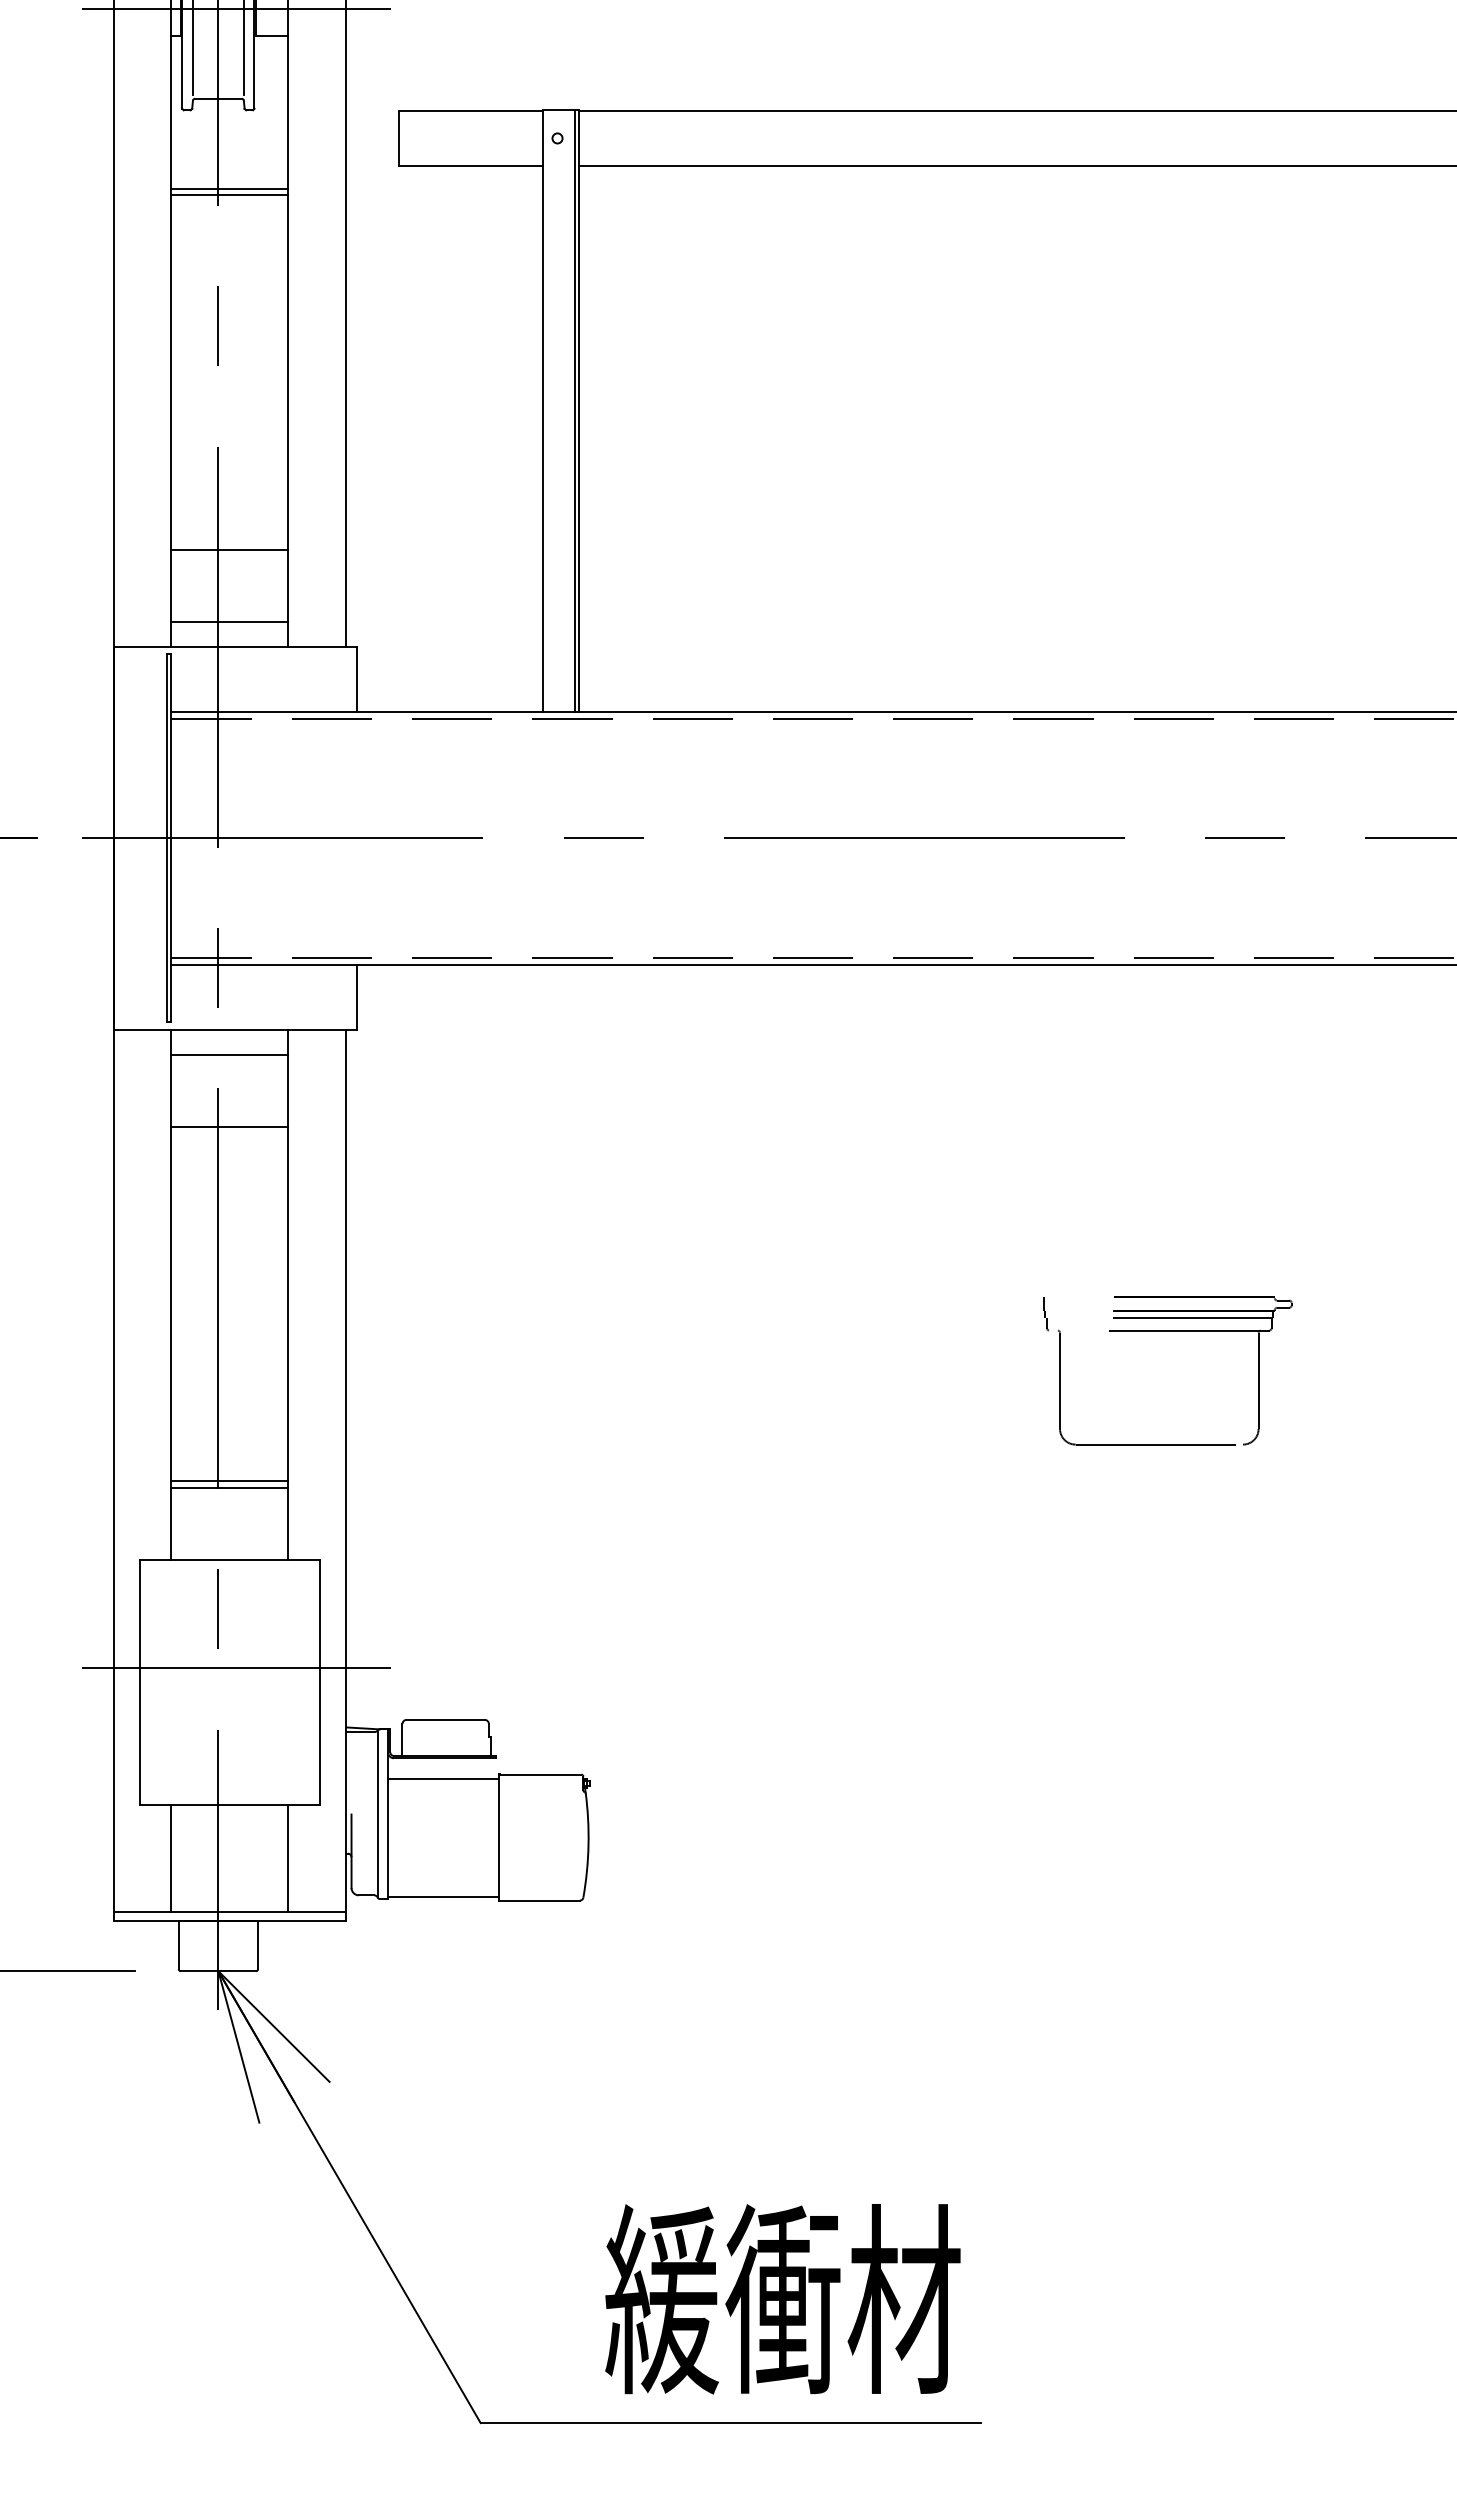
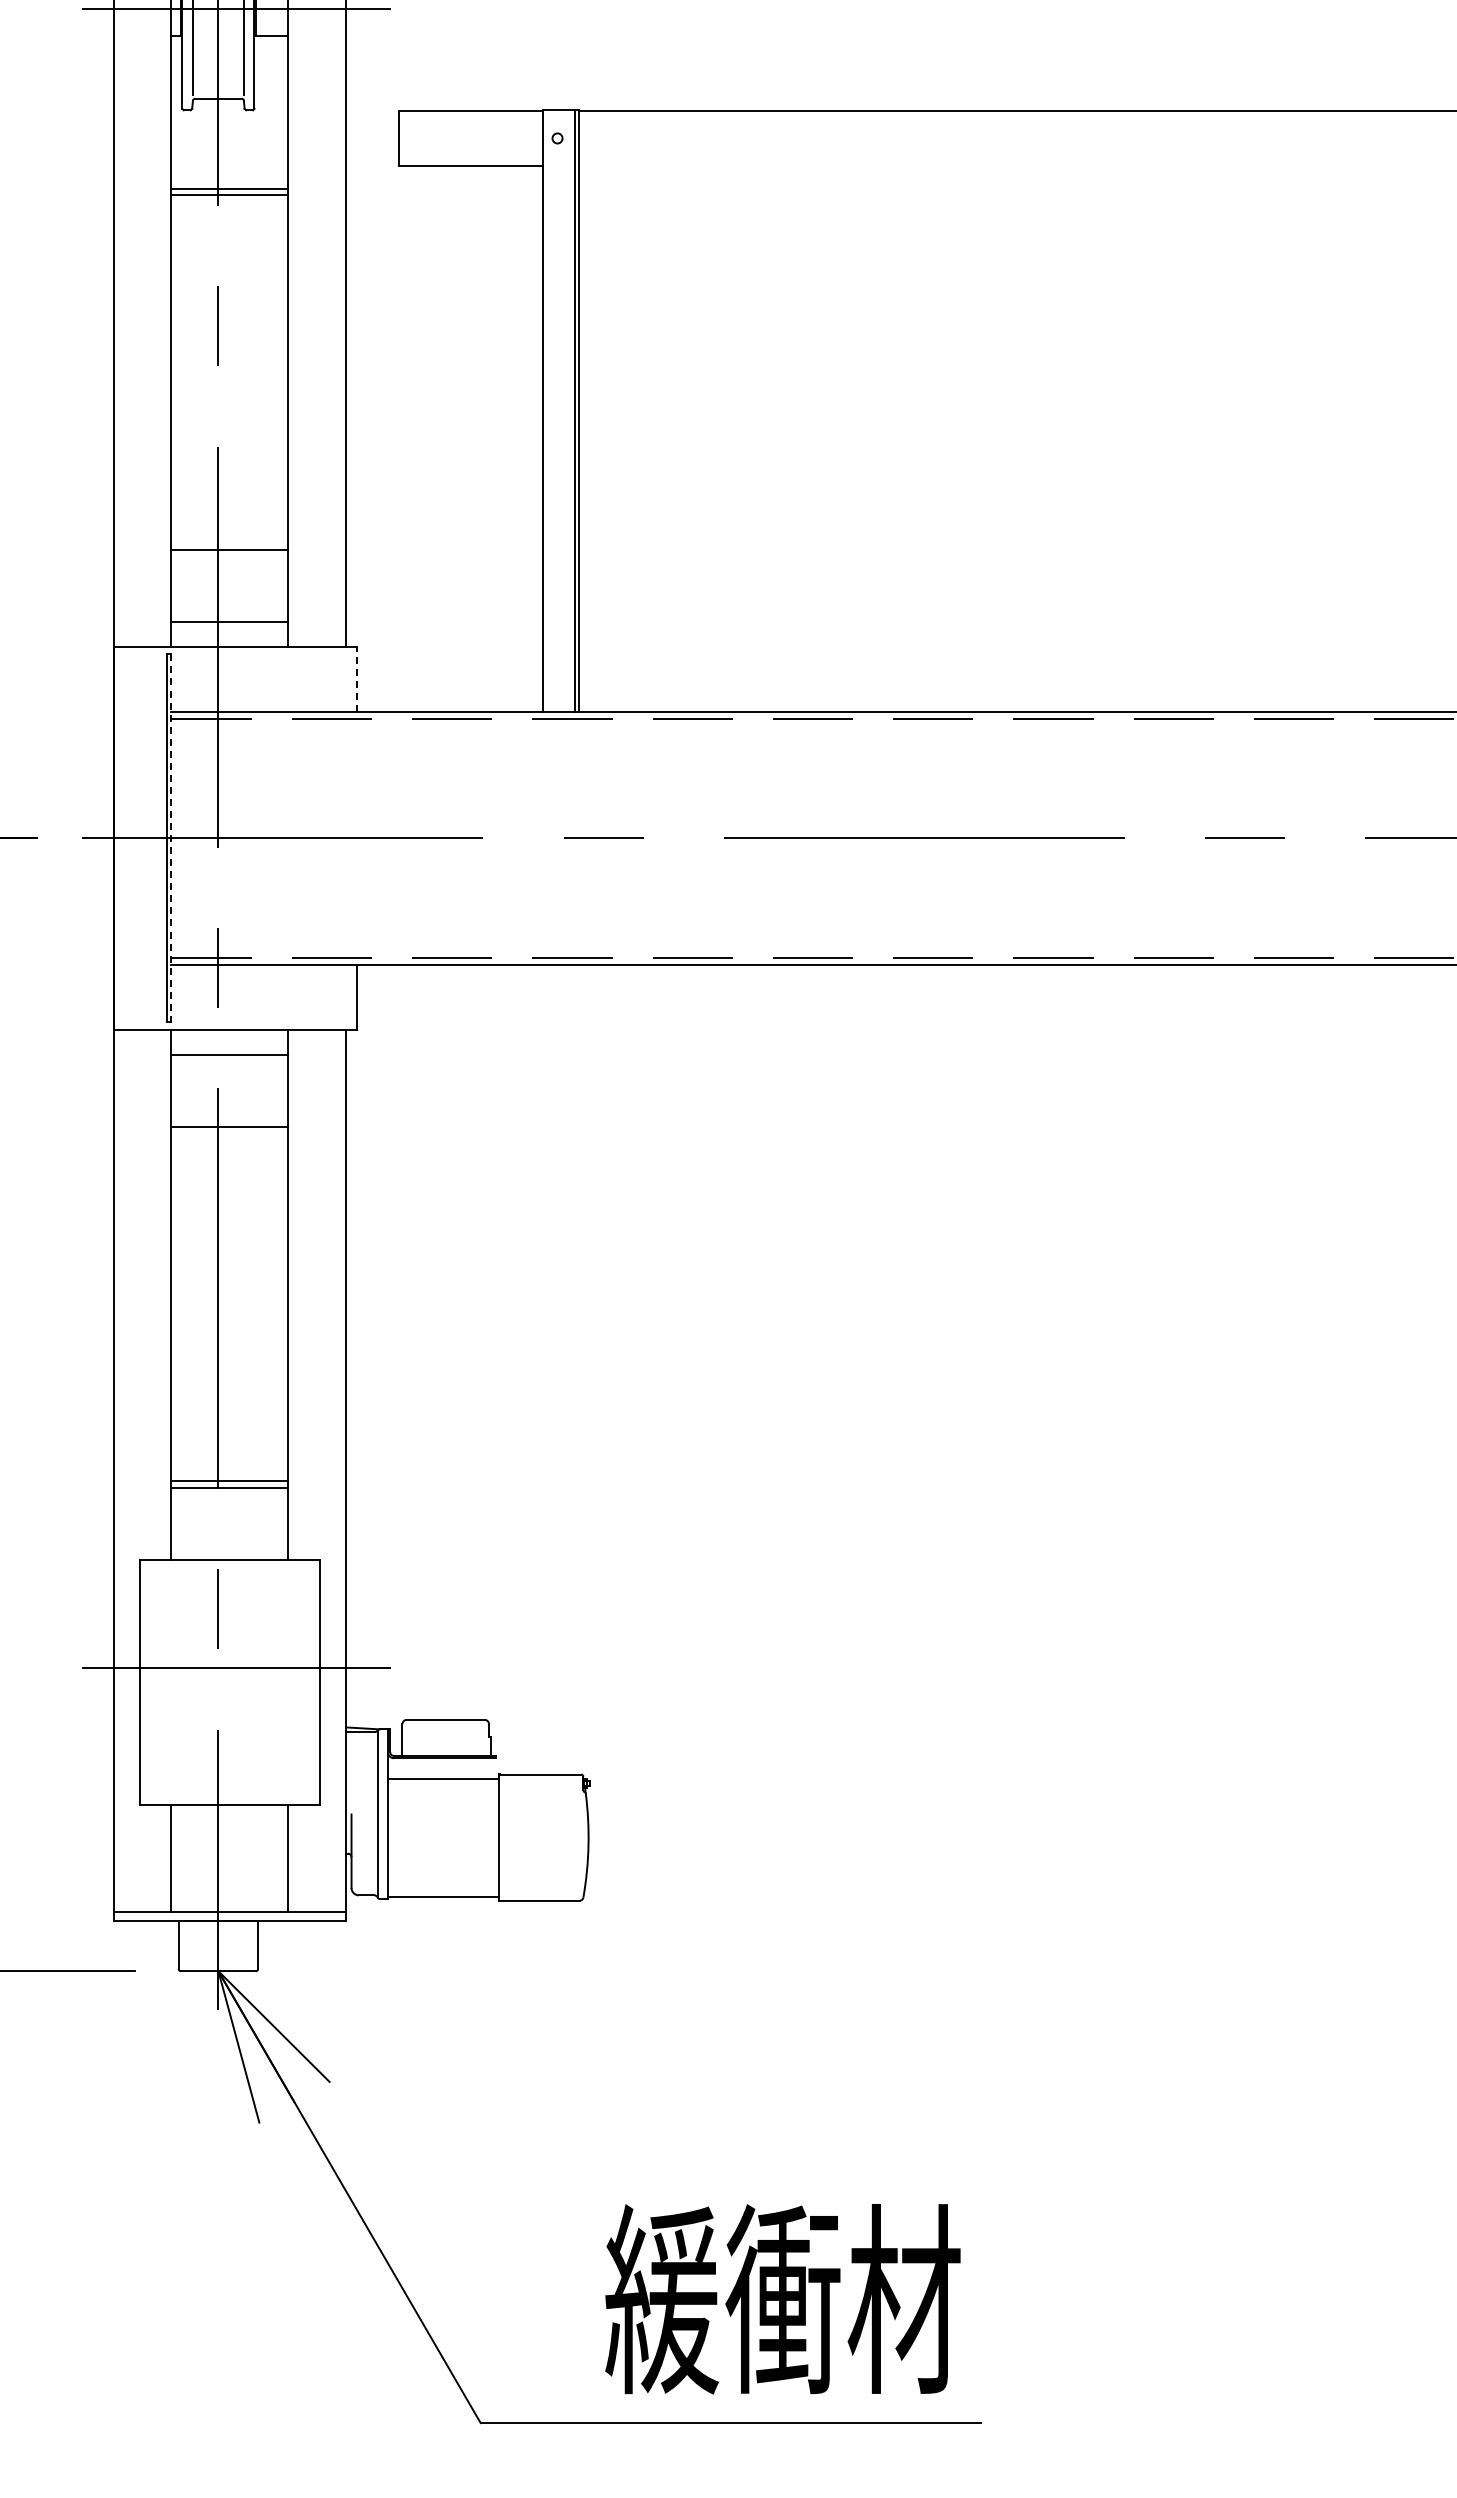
line at (1016, 165): present -> none
line at (356, 679): solid -> dashed
line at (171, 838): solid -> dashed
part at (1167, 1331): present -> none
